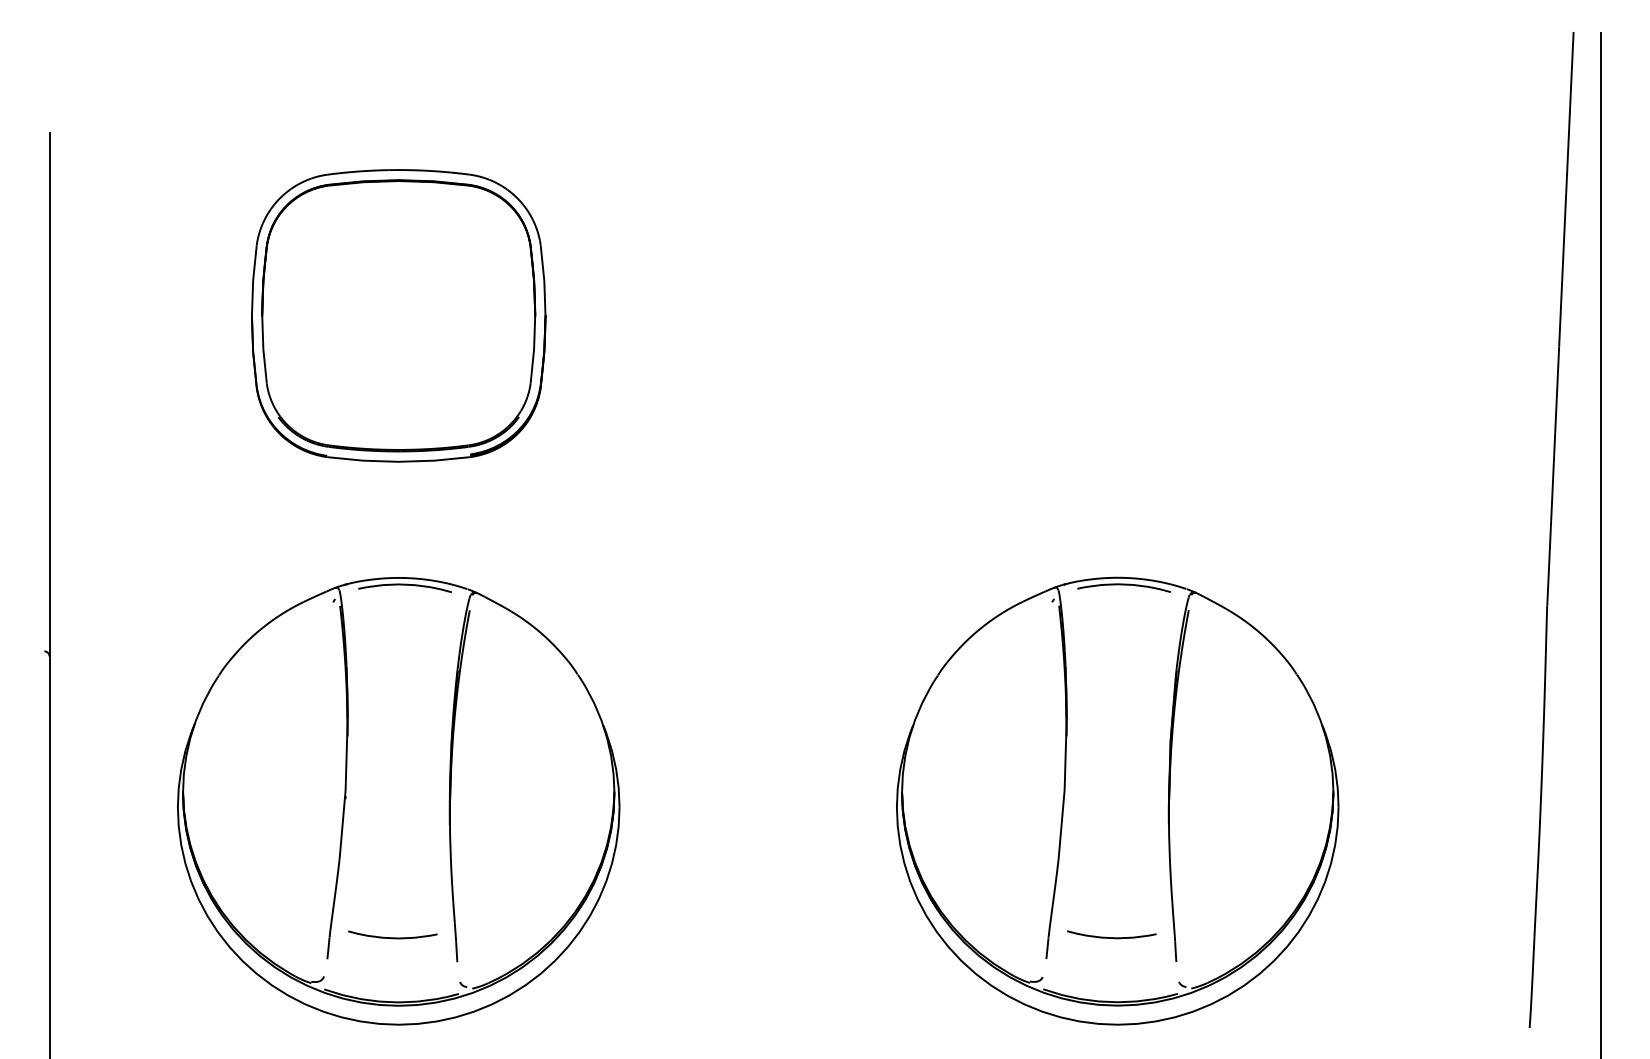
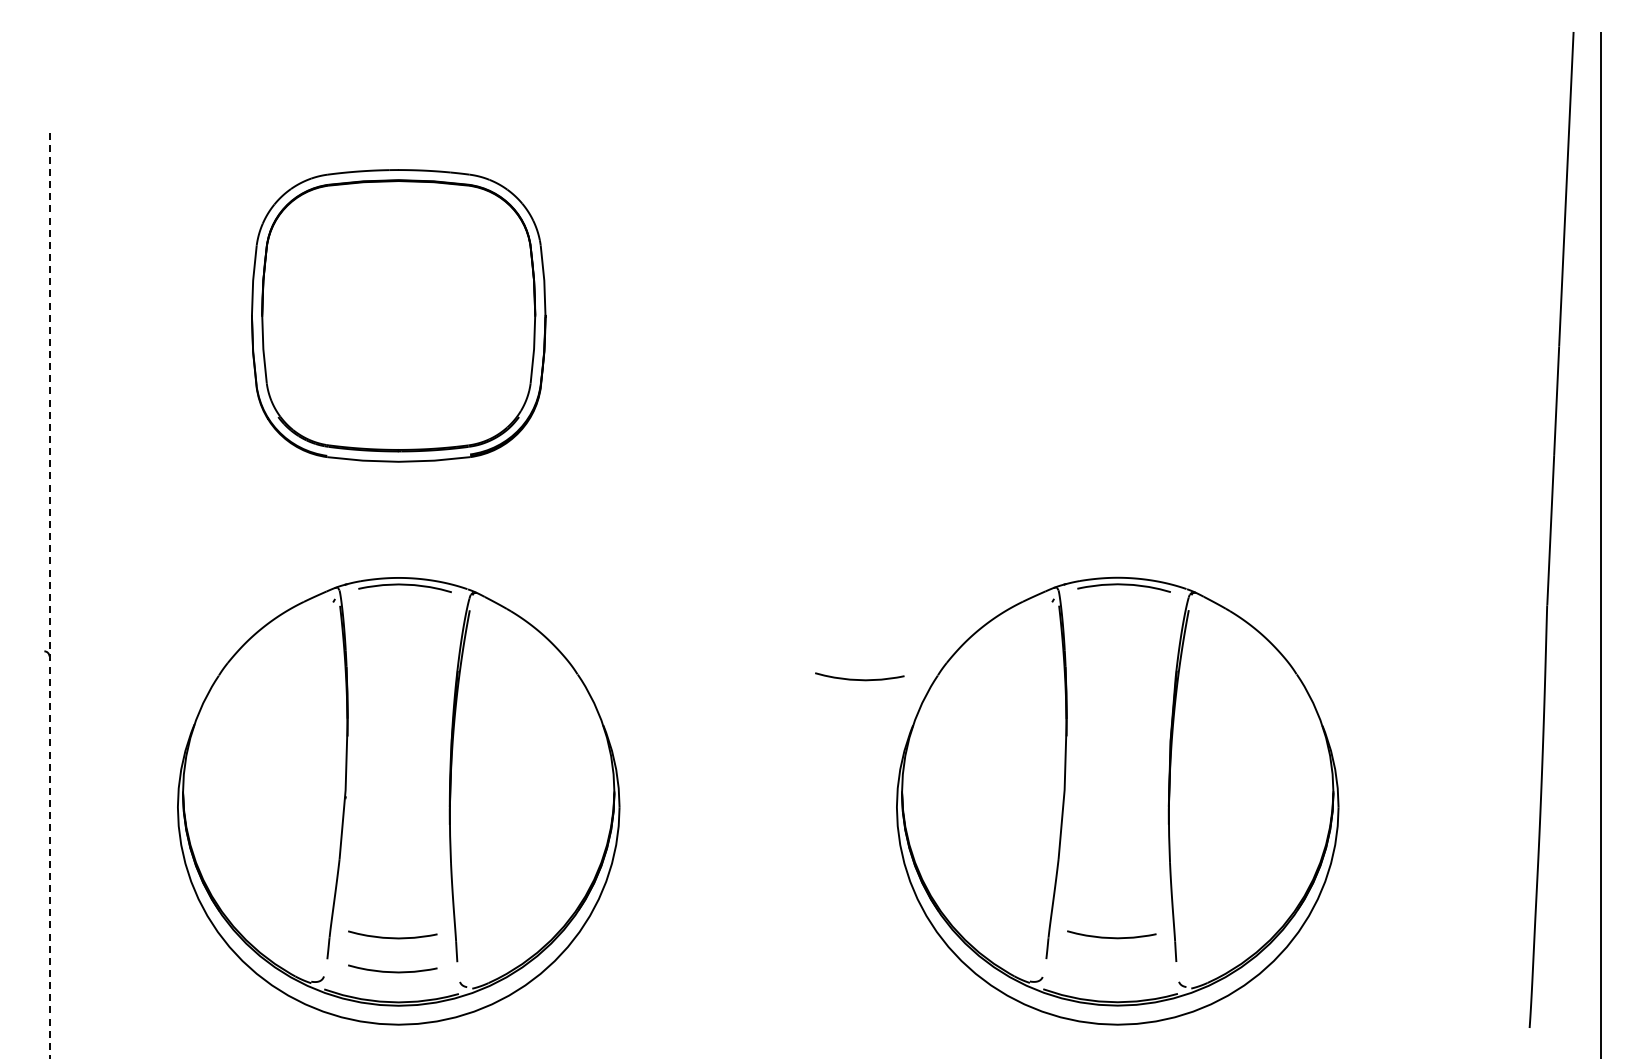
line at (49, 596): solid -> dashed
curve at (859, 679): none -> present
curve at (392, 971): none -> present
